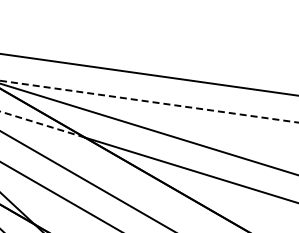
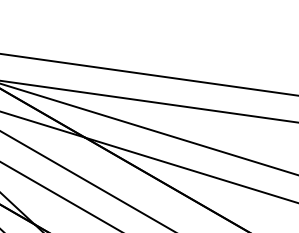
line at (148, 101): dashed -> solid
line at (42, 124): dashed -> solid
